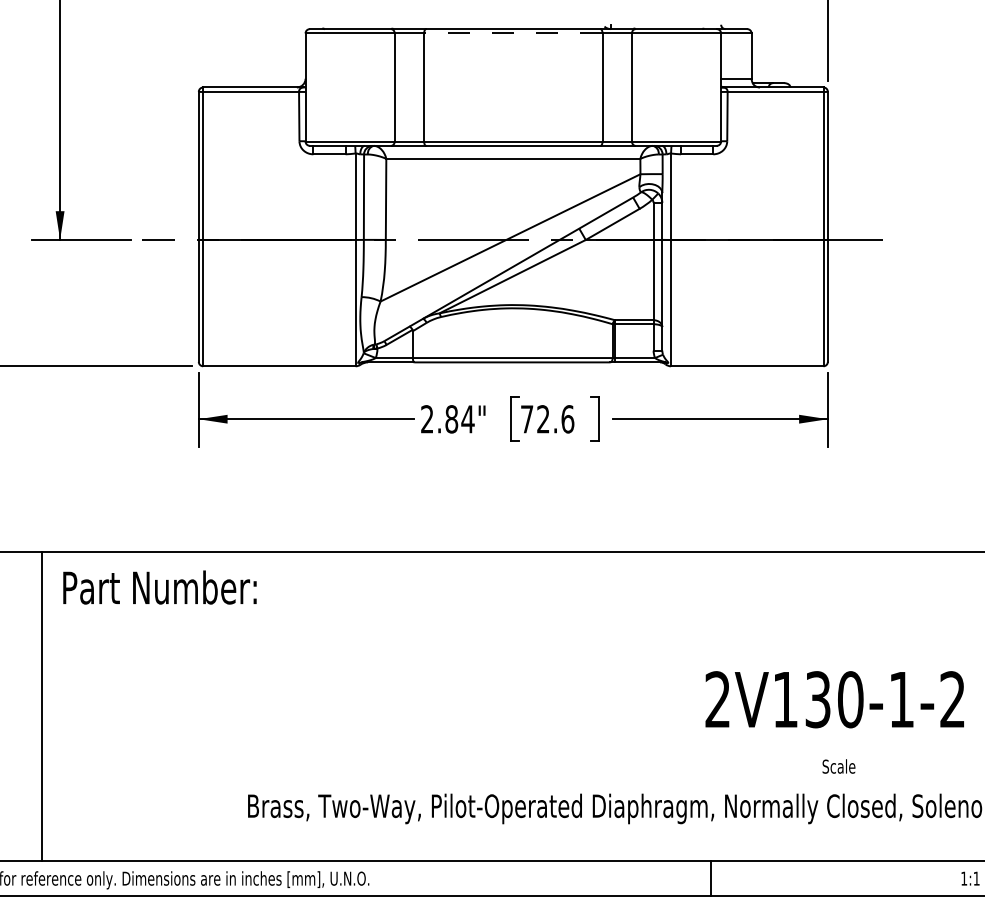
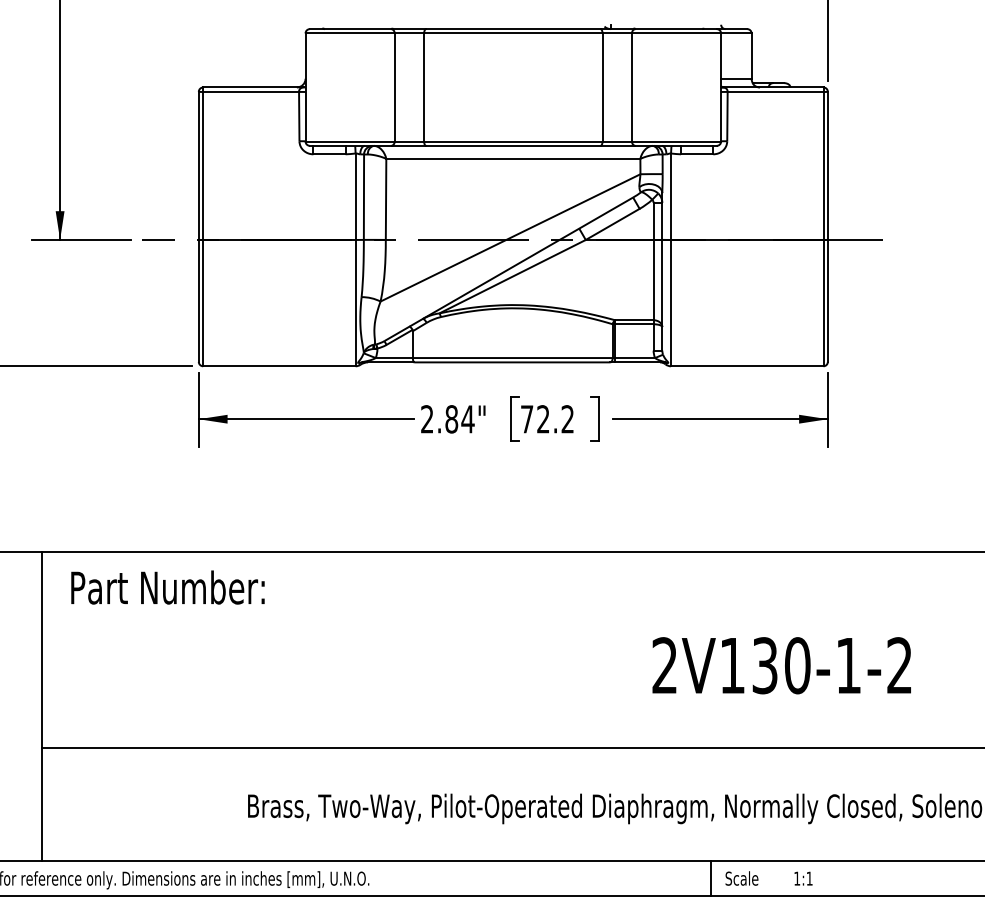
line at (512, 33): dashed -> solid
text at (567, 419): 72.6 -> 72.2
text at (159, 587) position: (159, 587) -> (167, 587)
text at (834, 699) position: (834, 699) -> (781, 665)
line at (511, 748): none -> present
text at (838, 766) position: (838, 766) -> (741, 878)
text at (970, 878) position: (970, 878) -> (803, 878)
